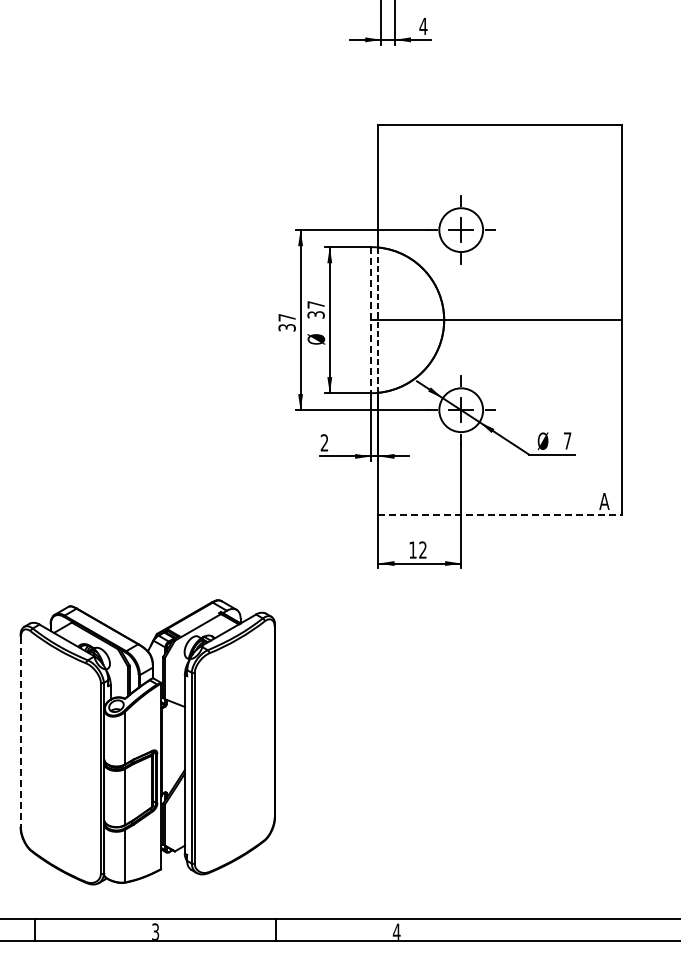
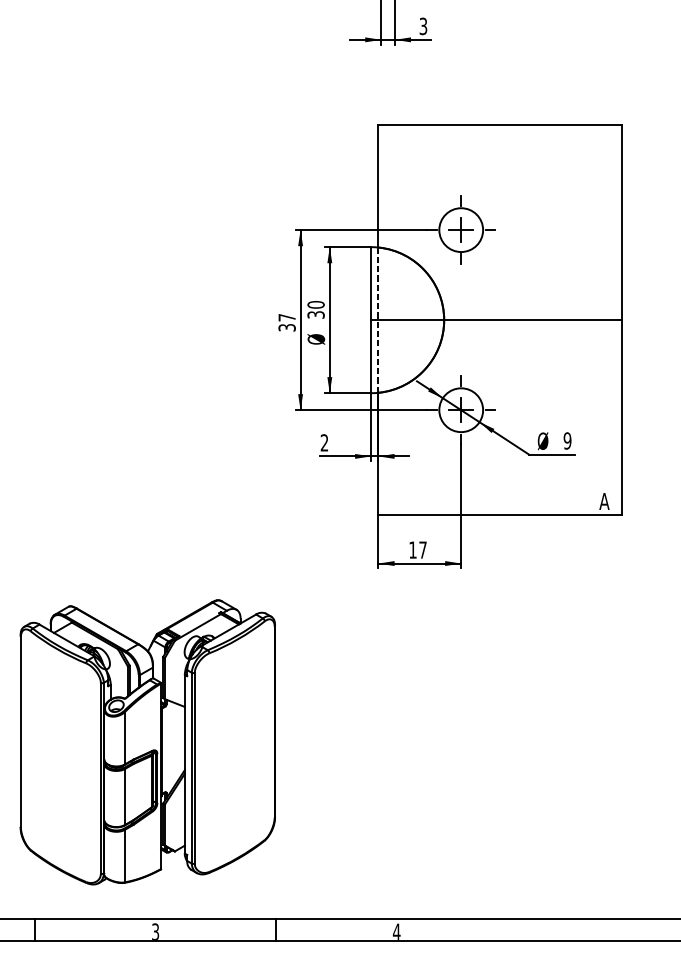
text at (423, 26): 4 -> 3
text at (315, 304): 37 -> 30
line at (371, 320): dashed -> solid
text at (567, 440): 7 -> 9
line at (500, 514): dashed -> solid
text at (422, 549): 12 -> 17
line at (20, 732): dashed -> solid
